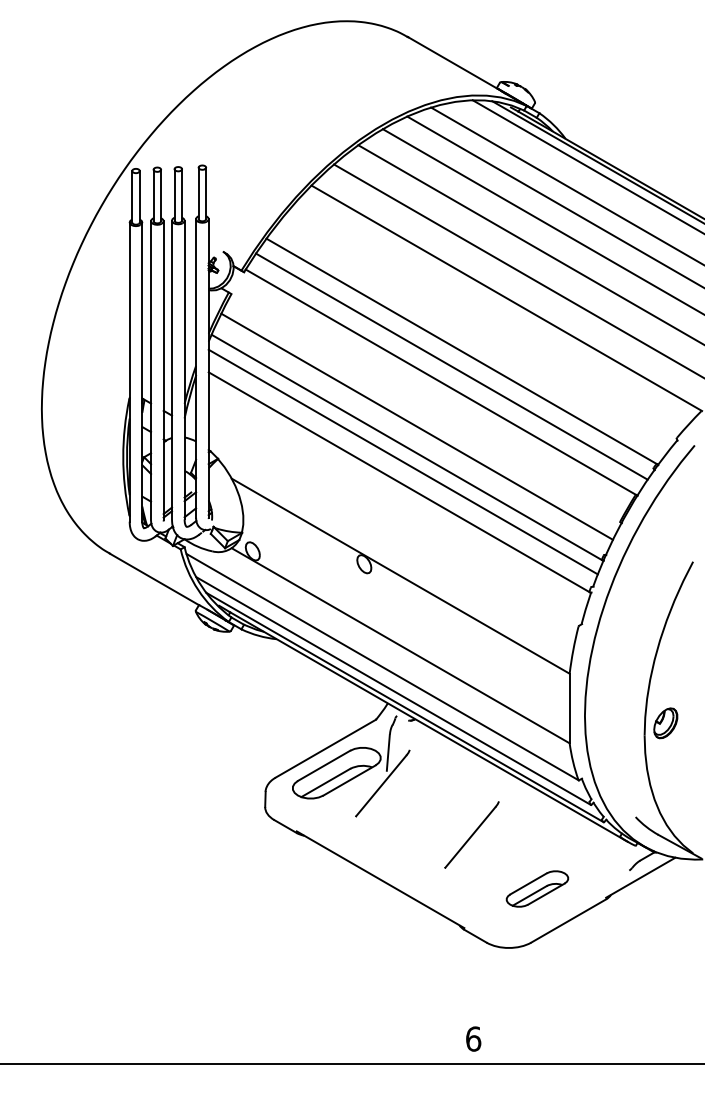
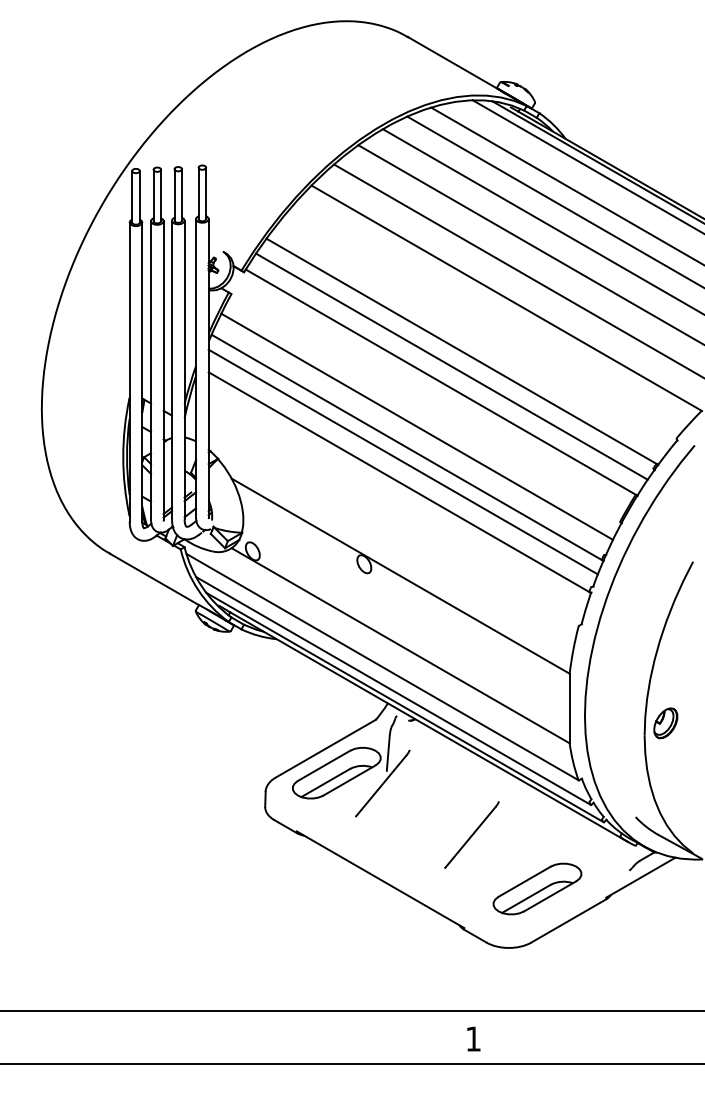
part at (537, 888) size: 65x38 px -> 91x54 px
line at (351, 1011): none -> present
text at (473, 1038): 6 -> 1
